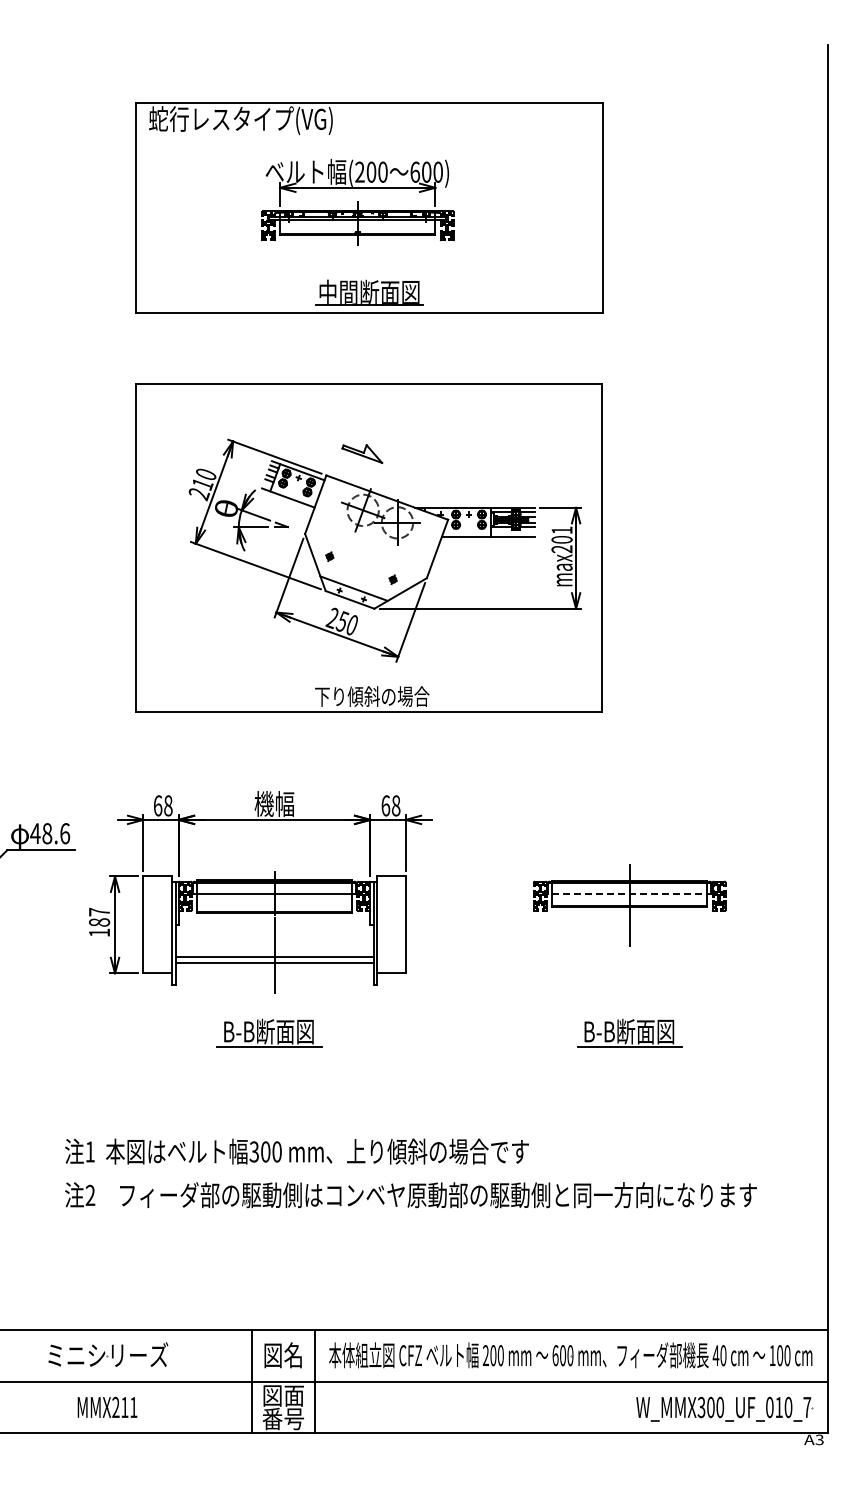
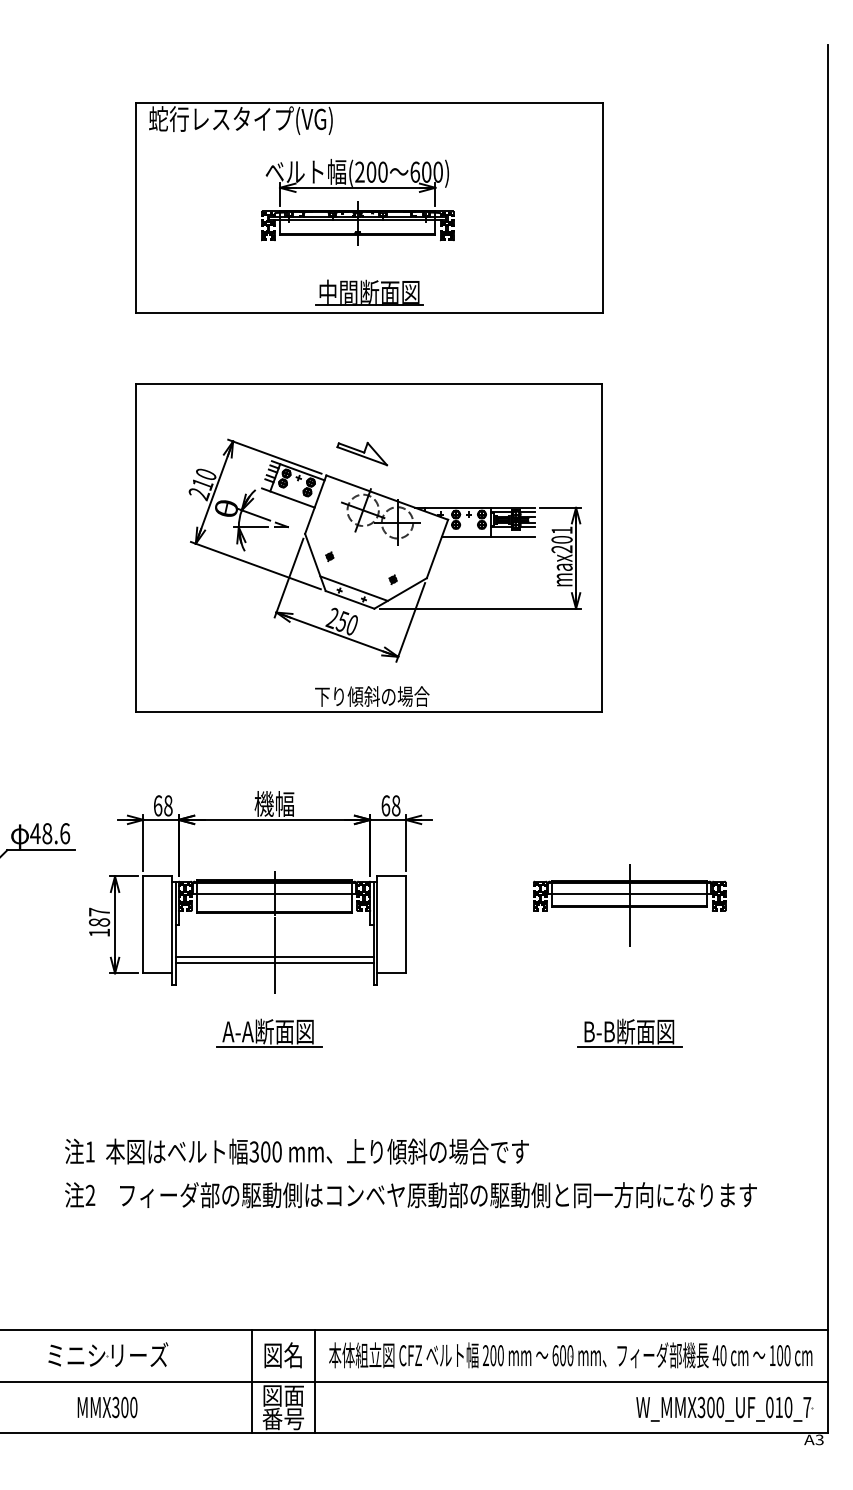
part at (362, 453) size: 43x20 px -> 53x26 px
line at (629, 893): dashed -> solid
text at (266, 1031): B-B断面図 -> A-A断面図
text at (124, 1407): MMX211 -> MMX300
